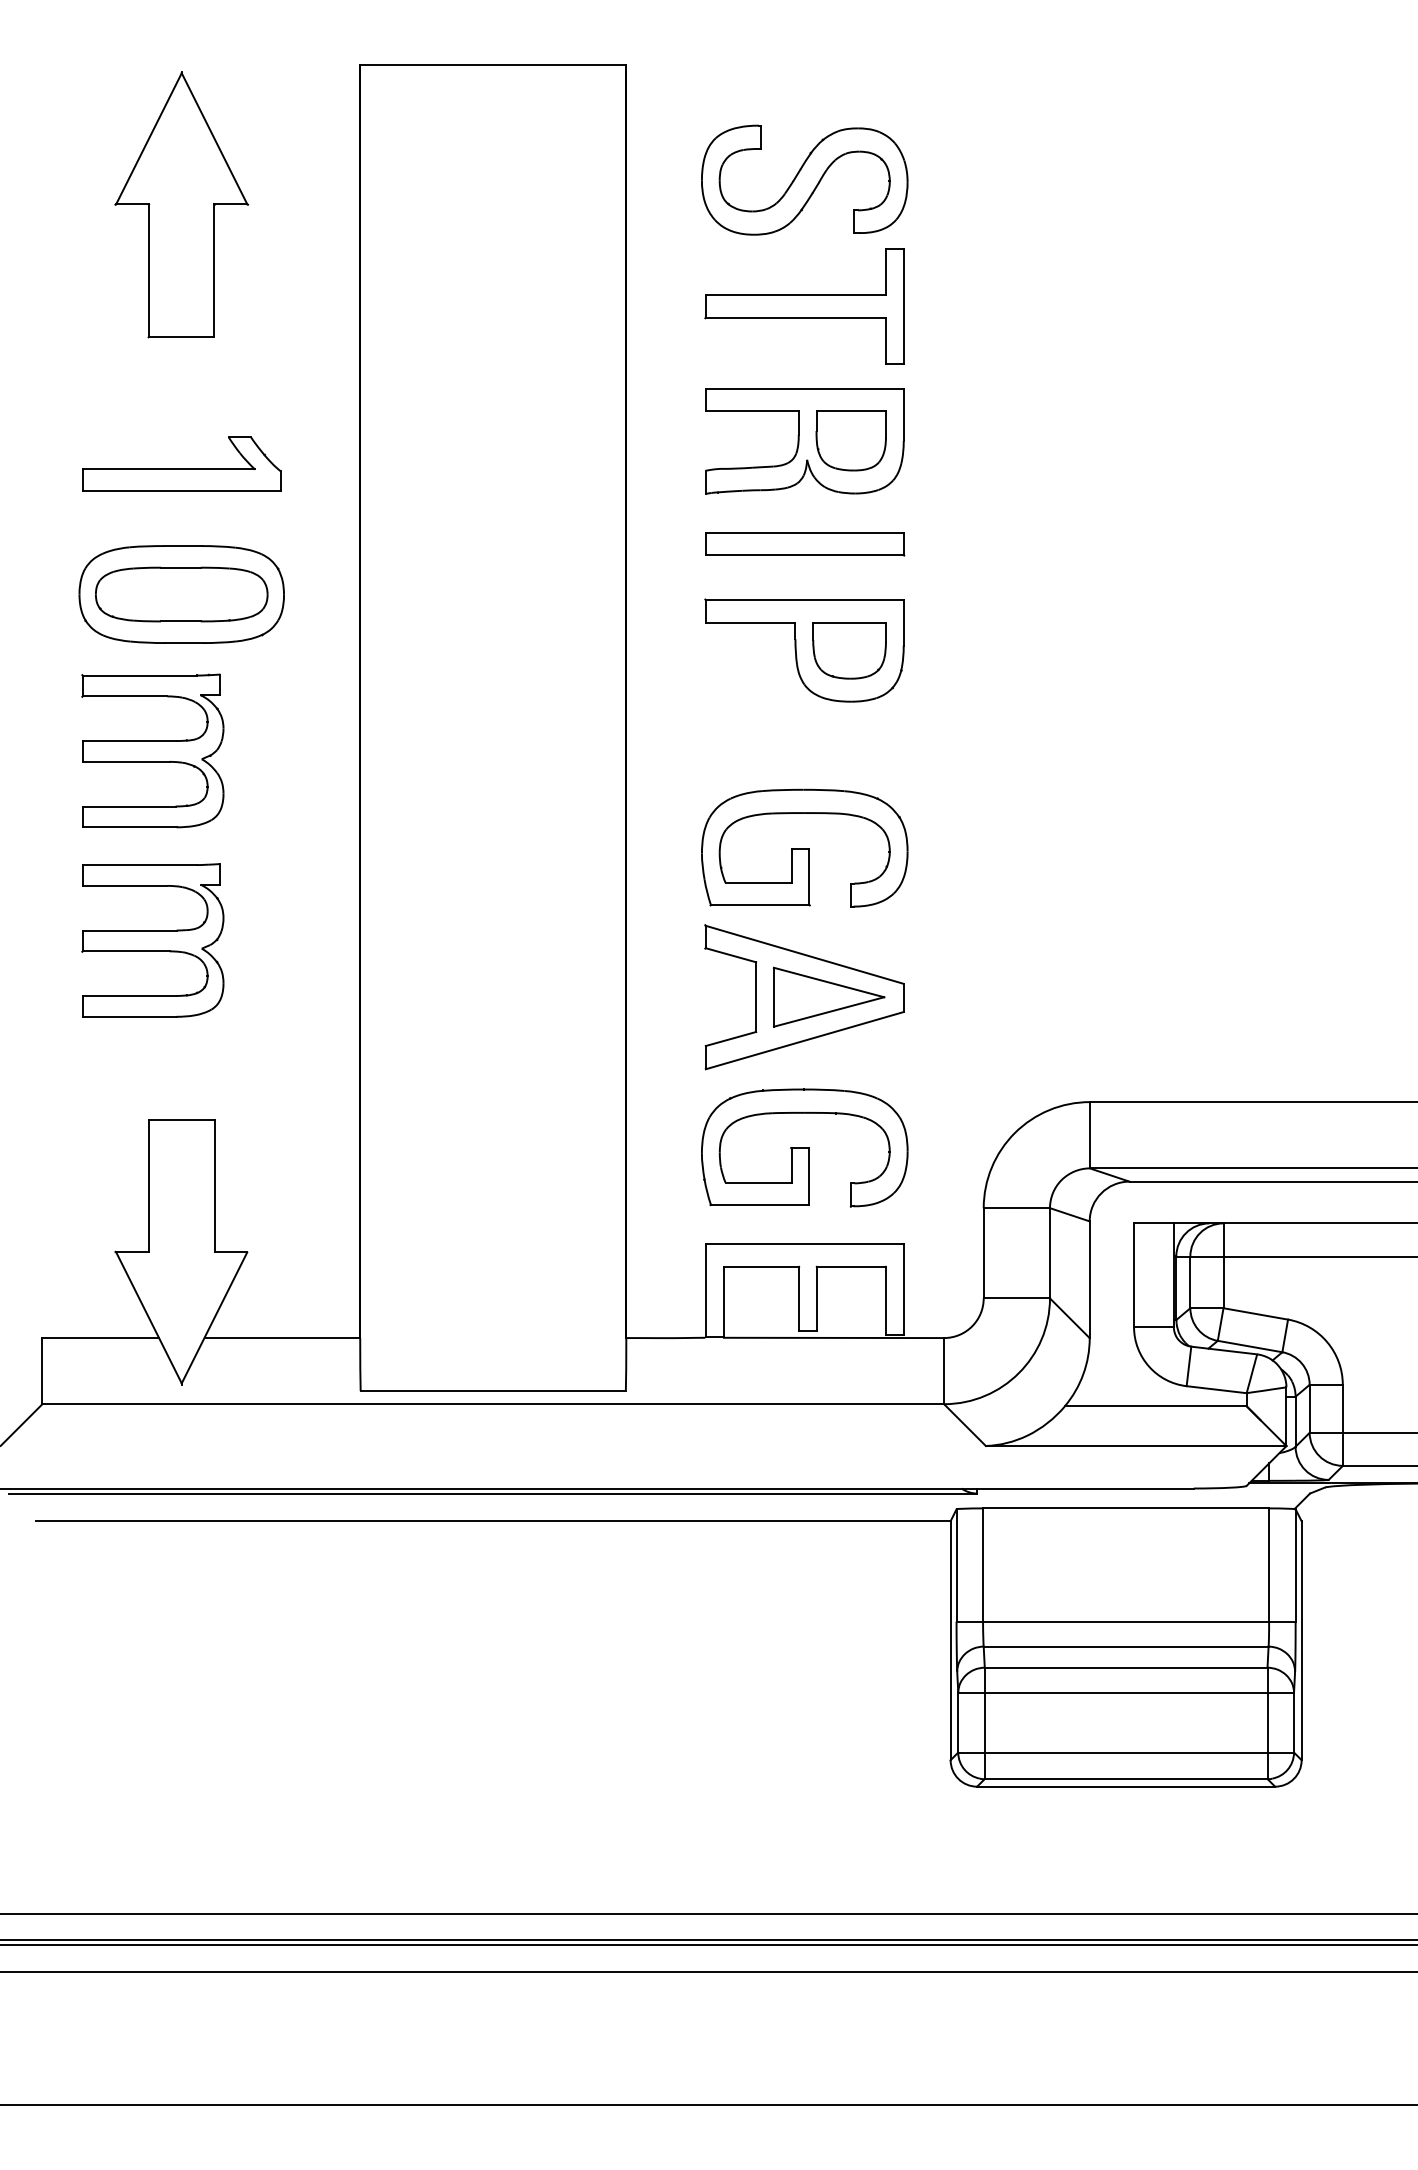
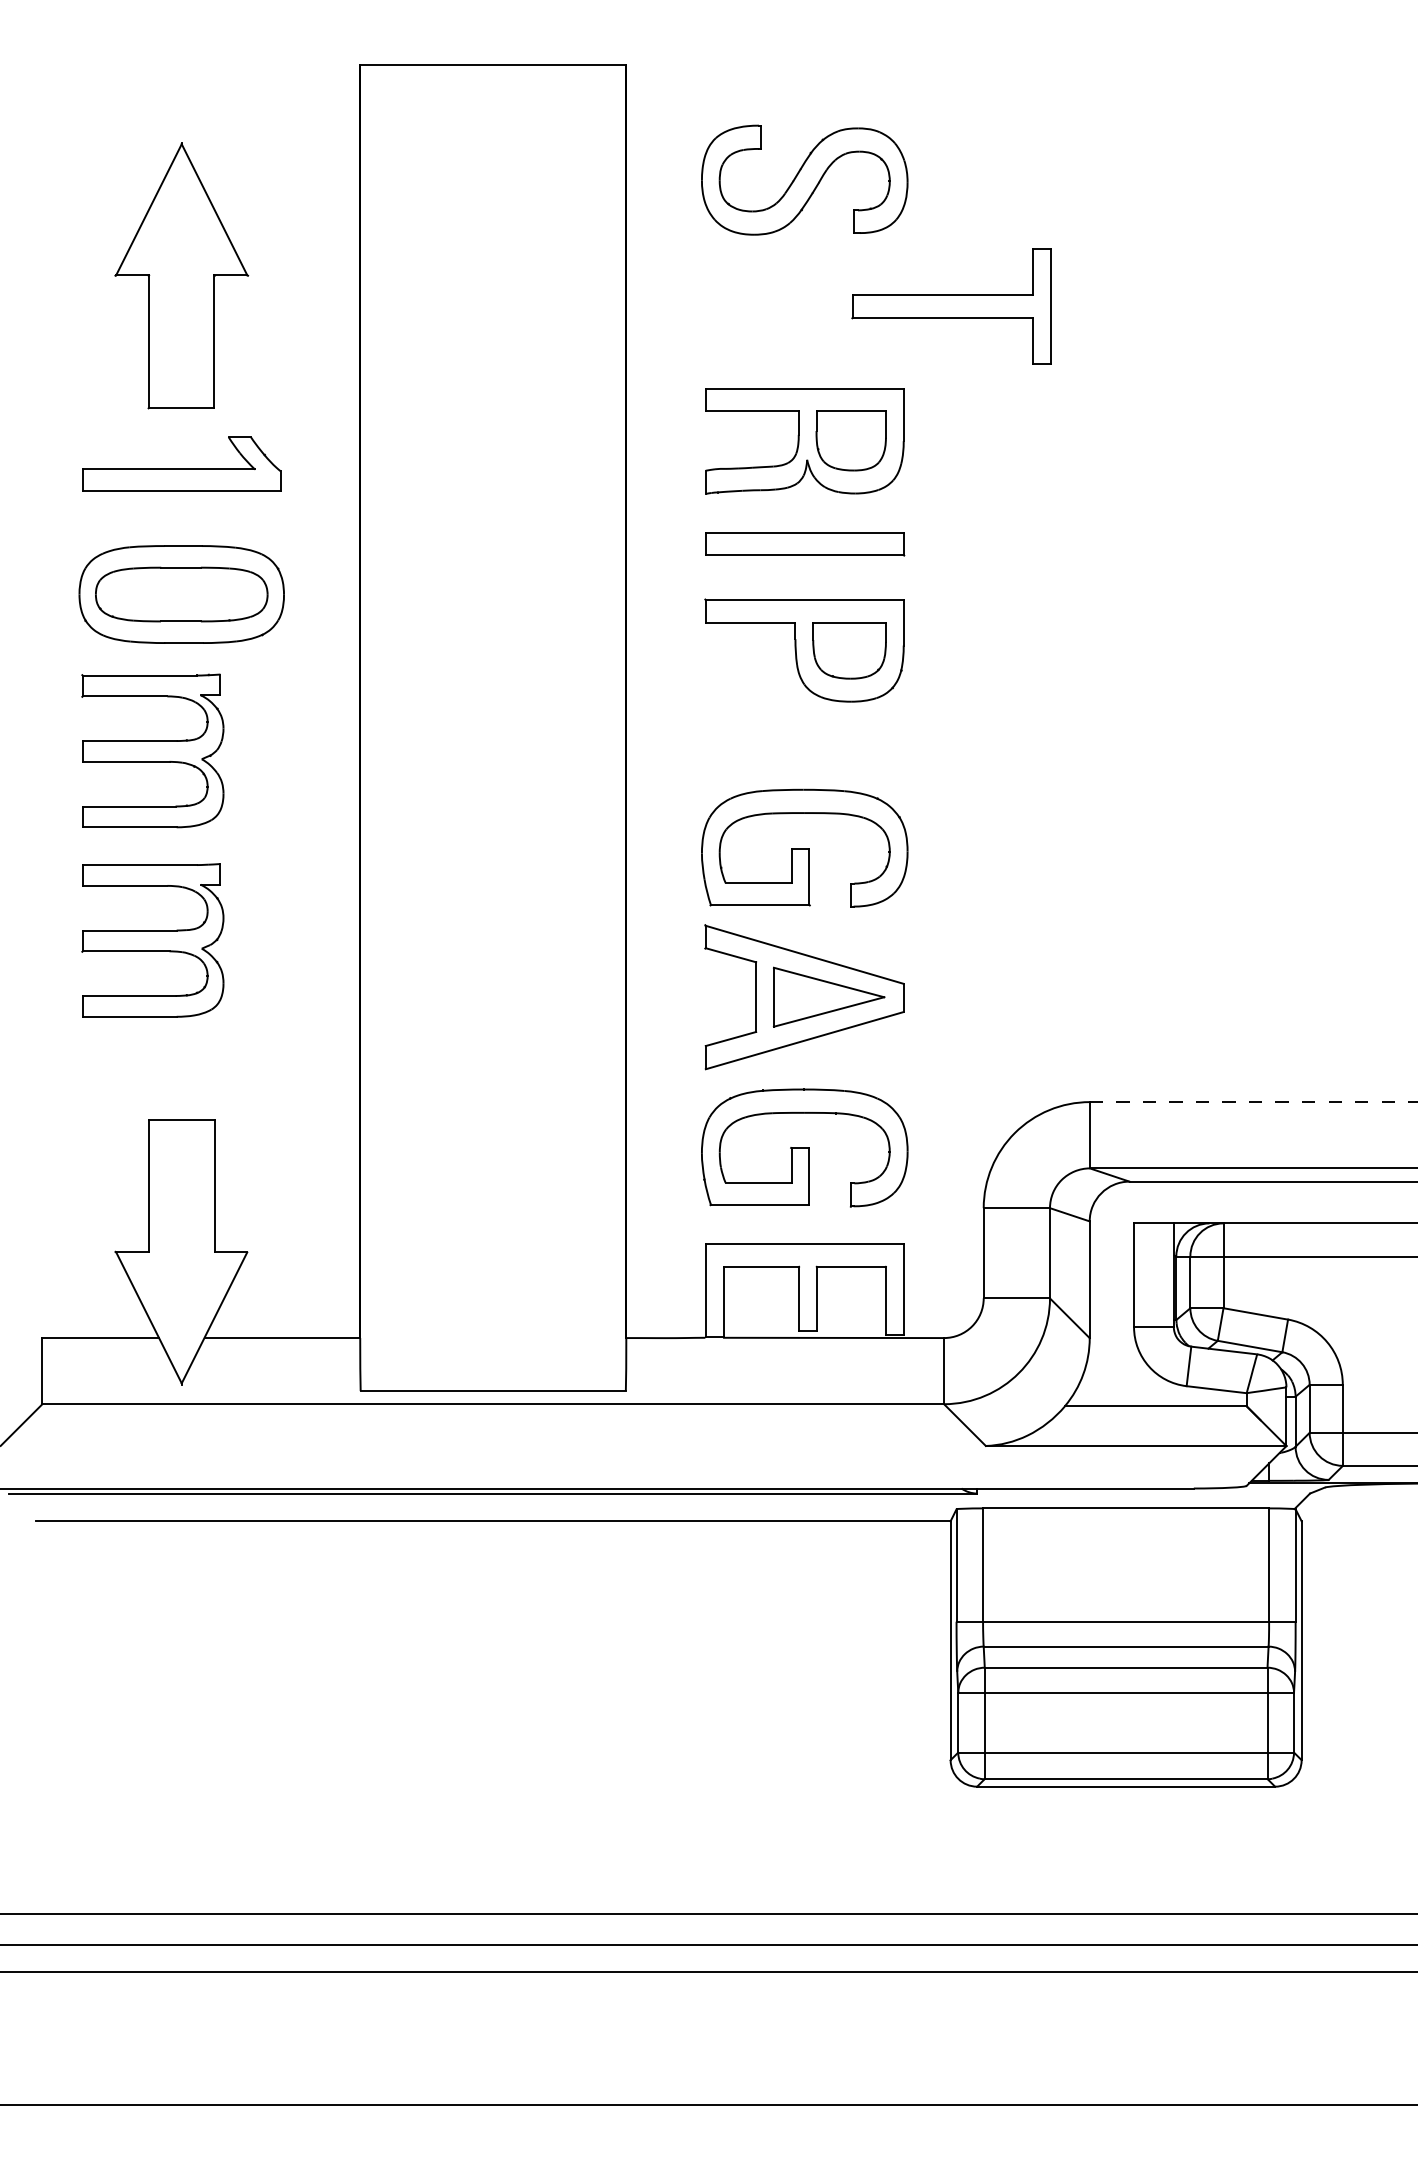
part at (181, 204) position: (181, 204) -> (181, 275)
part at (804, 306) position: (804, 306) -> (951, 306)
line at (1253, 1102): solid -> dashed
line at (708, 1940): present -> none
